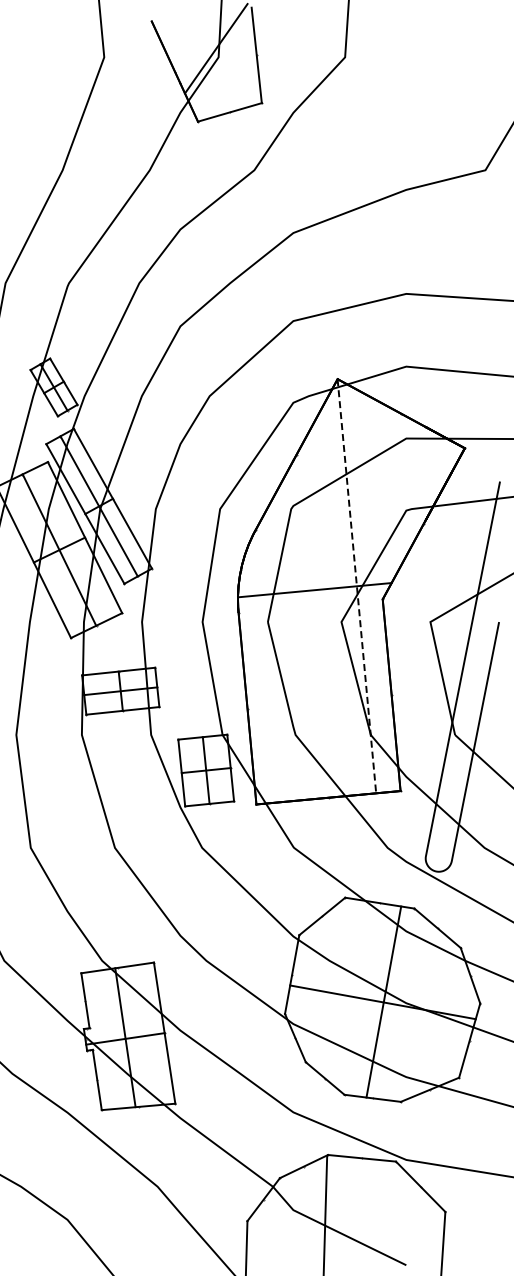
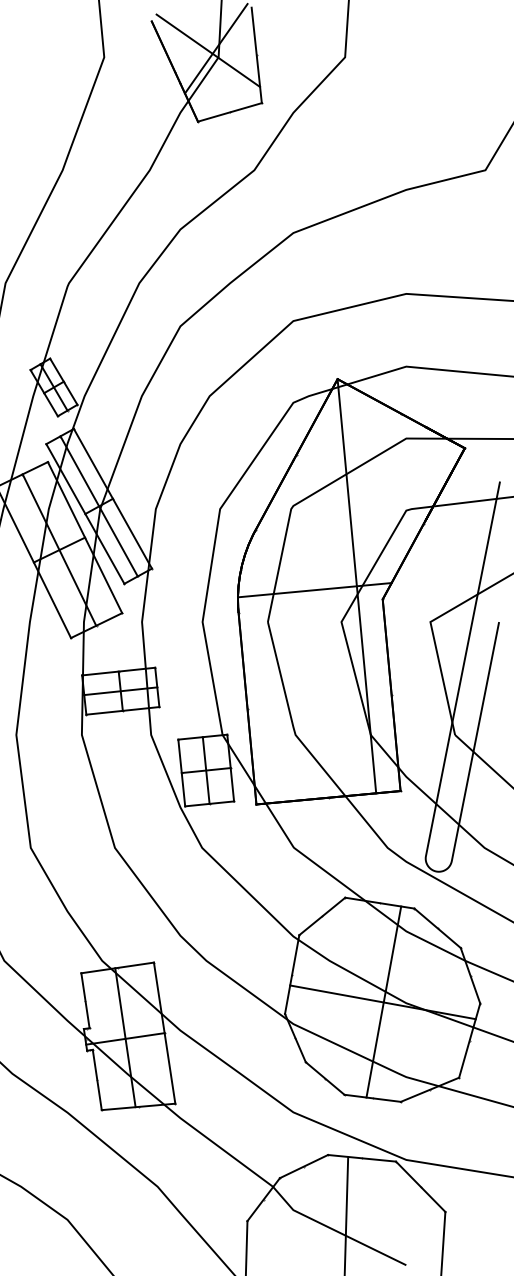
line at (208, 50): none -> present
line at (356, 586): dashed -> solid
line at (325, 1213) position: (325, 1213) -> (346, 1214)
